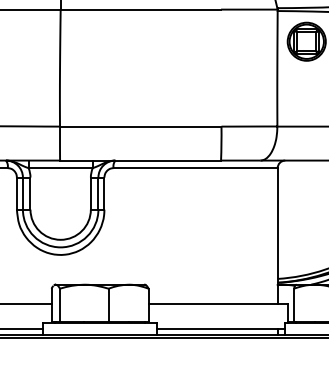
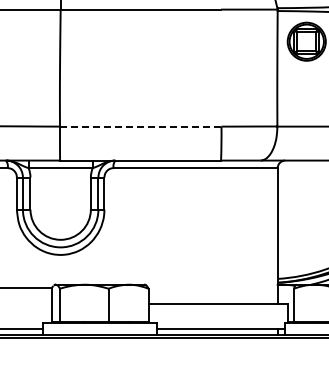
line at (140, 126): solid -> dashed
line at (26, 304) position: (26, 304) -> (26, 288)
